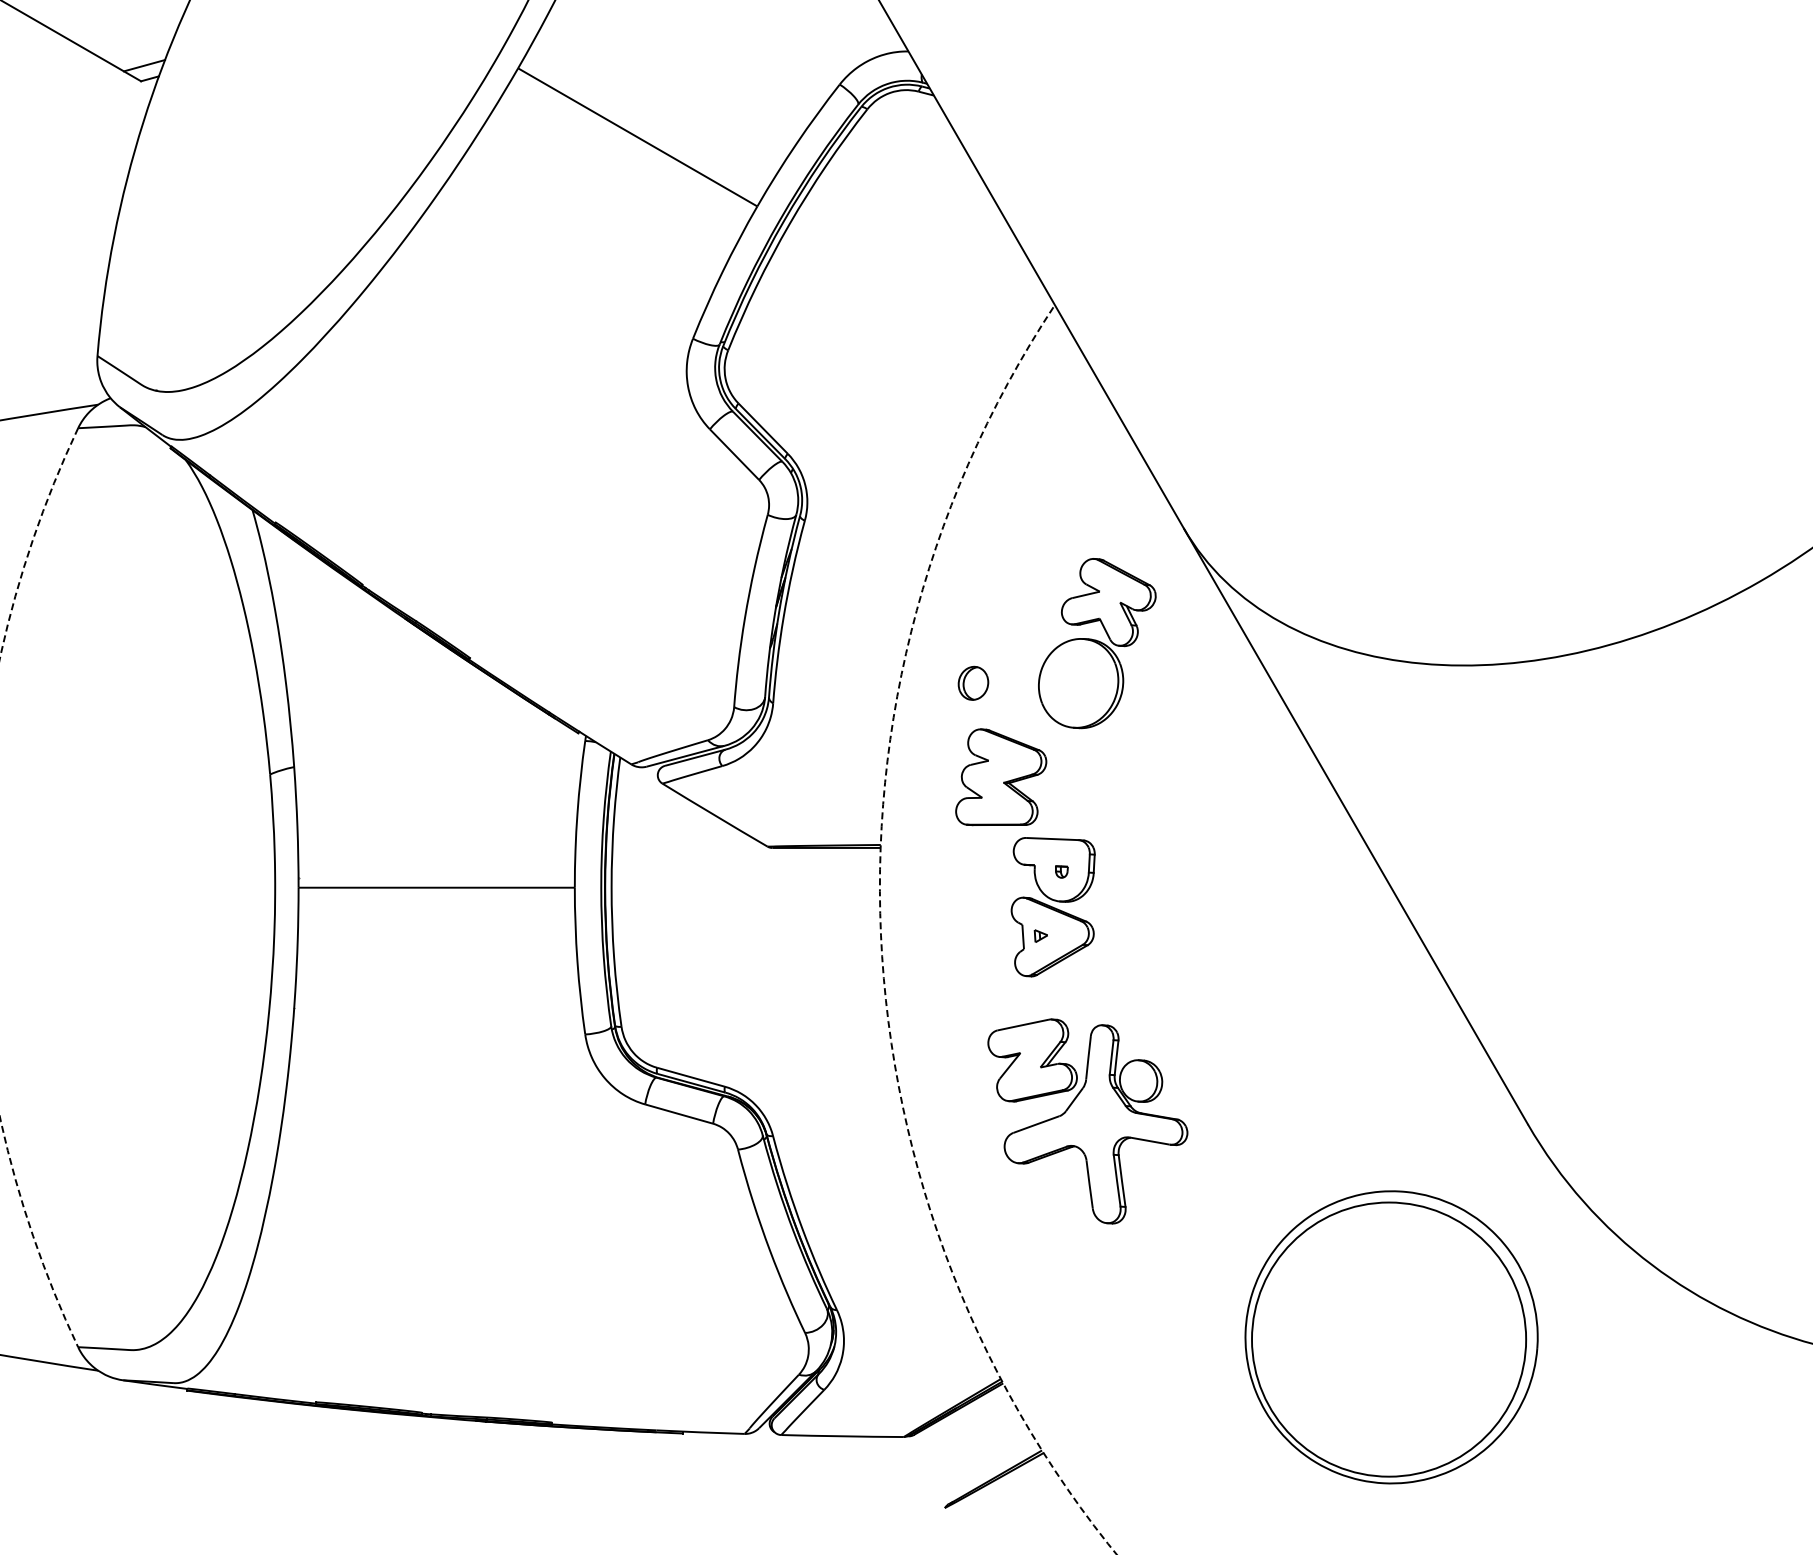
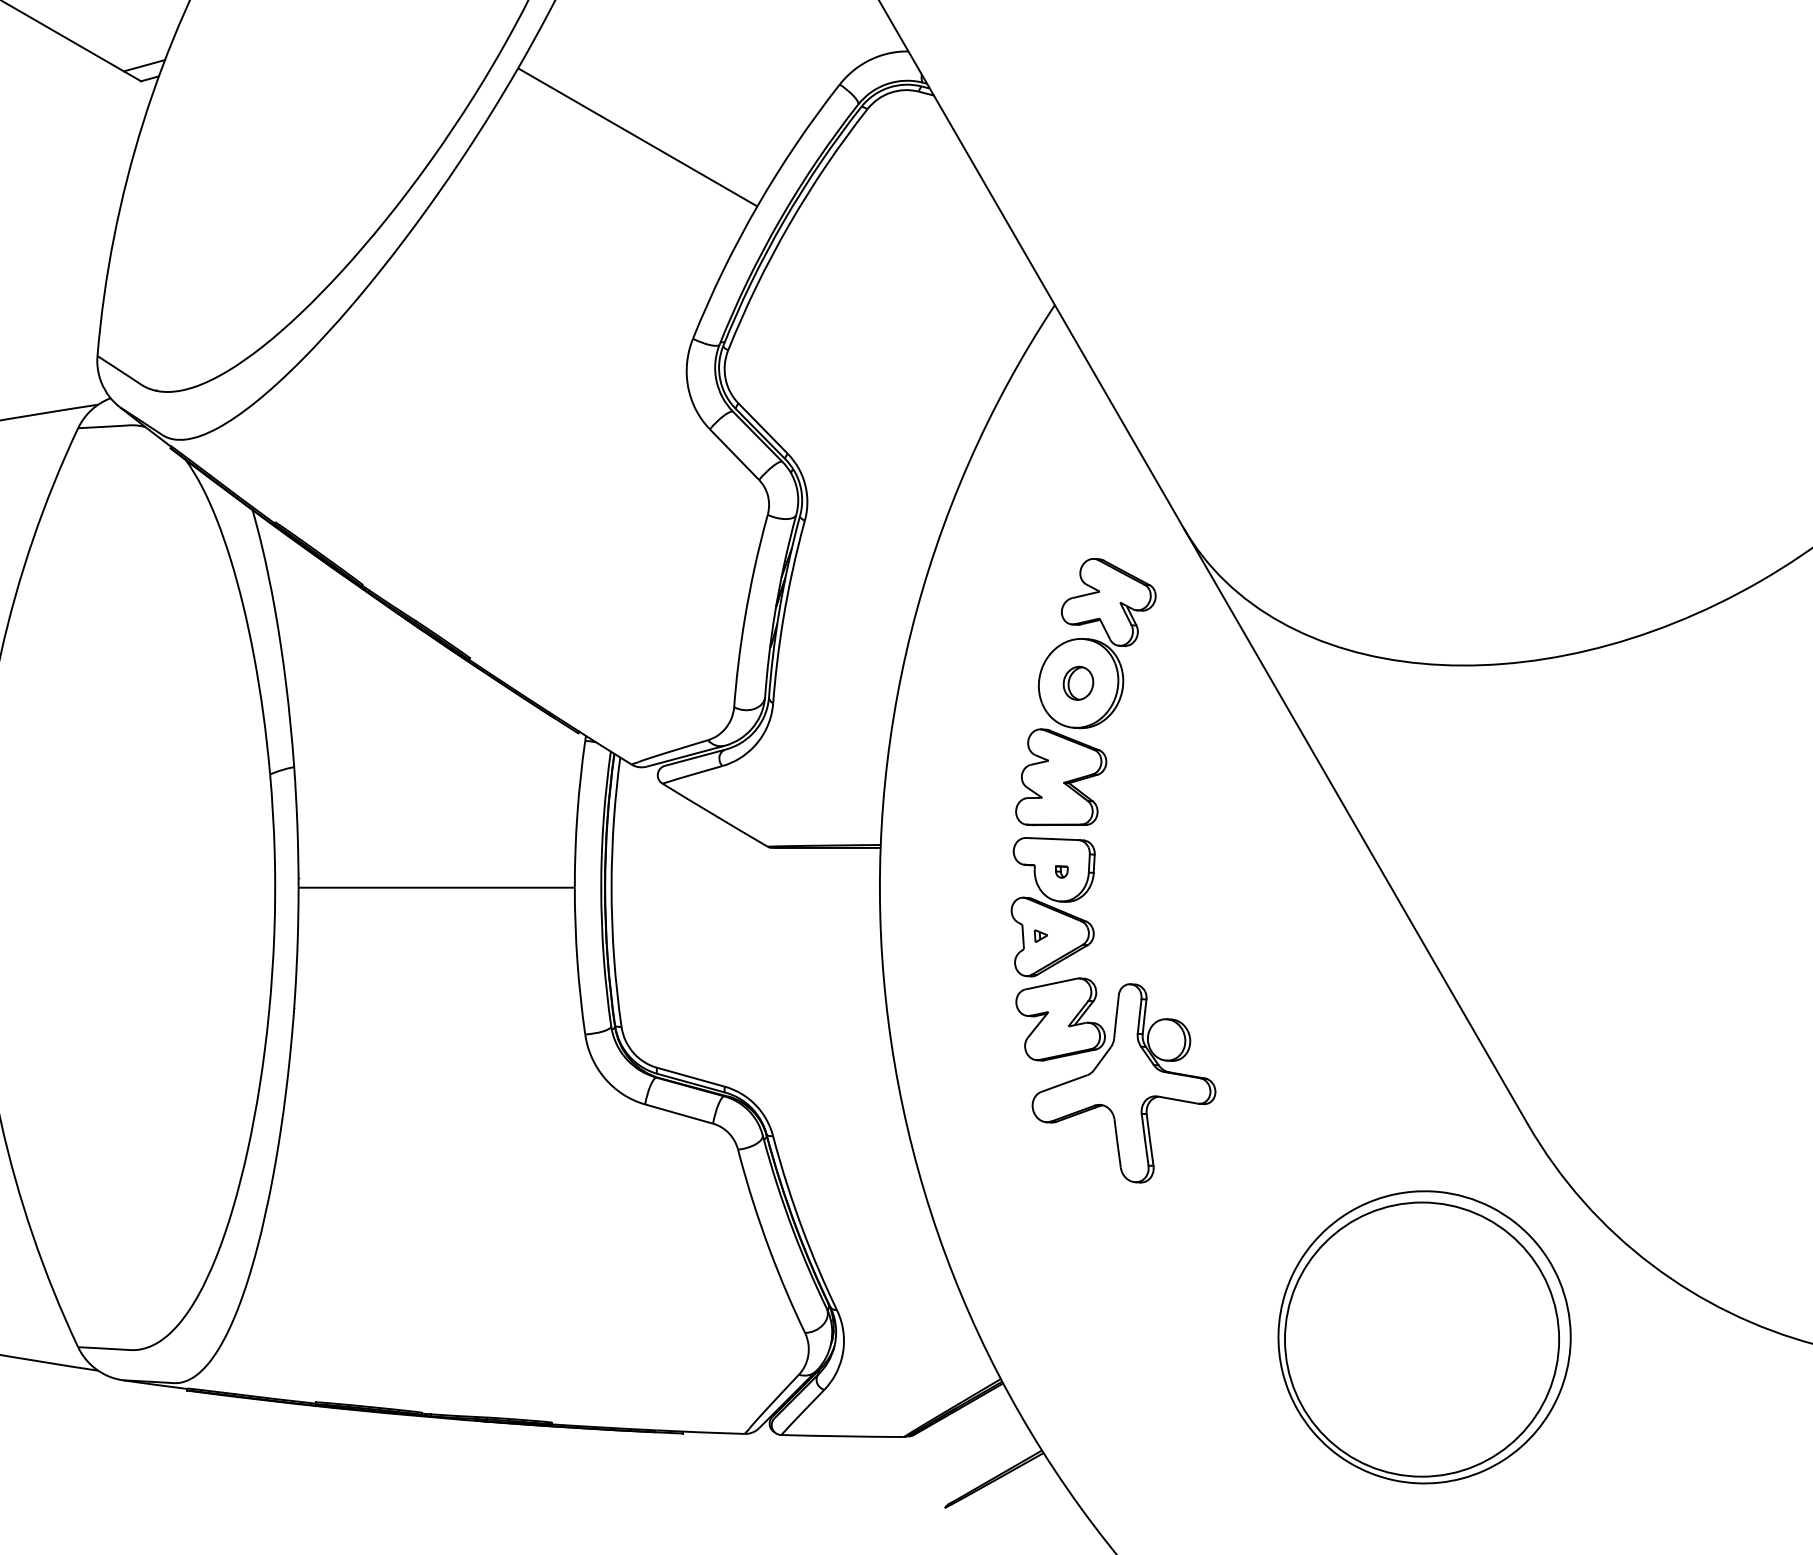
part at (973, 682) position: (973, 682) -> (1078, 682)
part at (1001, 777) position: (1001, 777) -> (1061, 777)
arc at (881, 940): dashed -> solid
arc at (0, 1117): dashed -> solid
part at (1087, 1121) position: (1087, 1121) -> (1115, 1080)
part at (1391, 1337) position: (1391, 1337) -> (1424, 1337)
